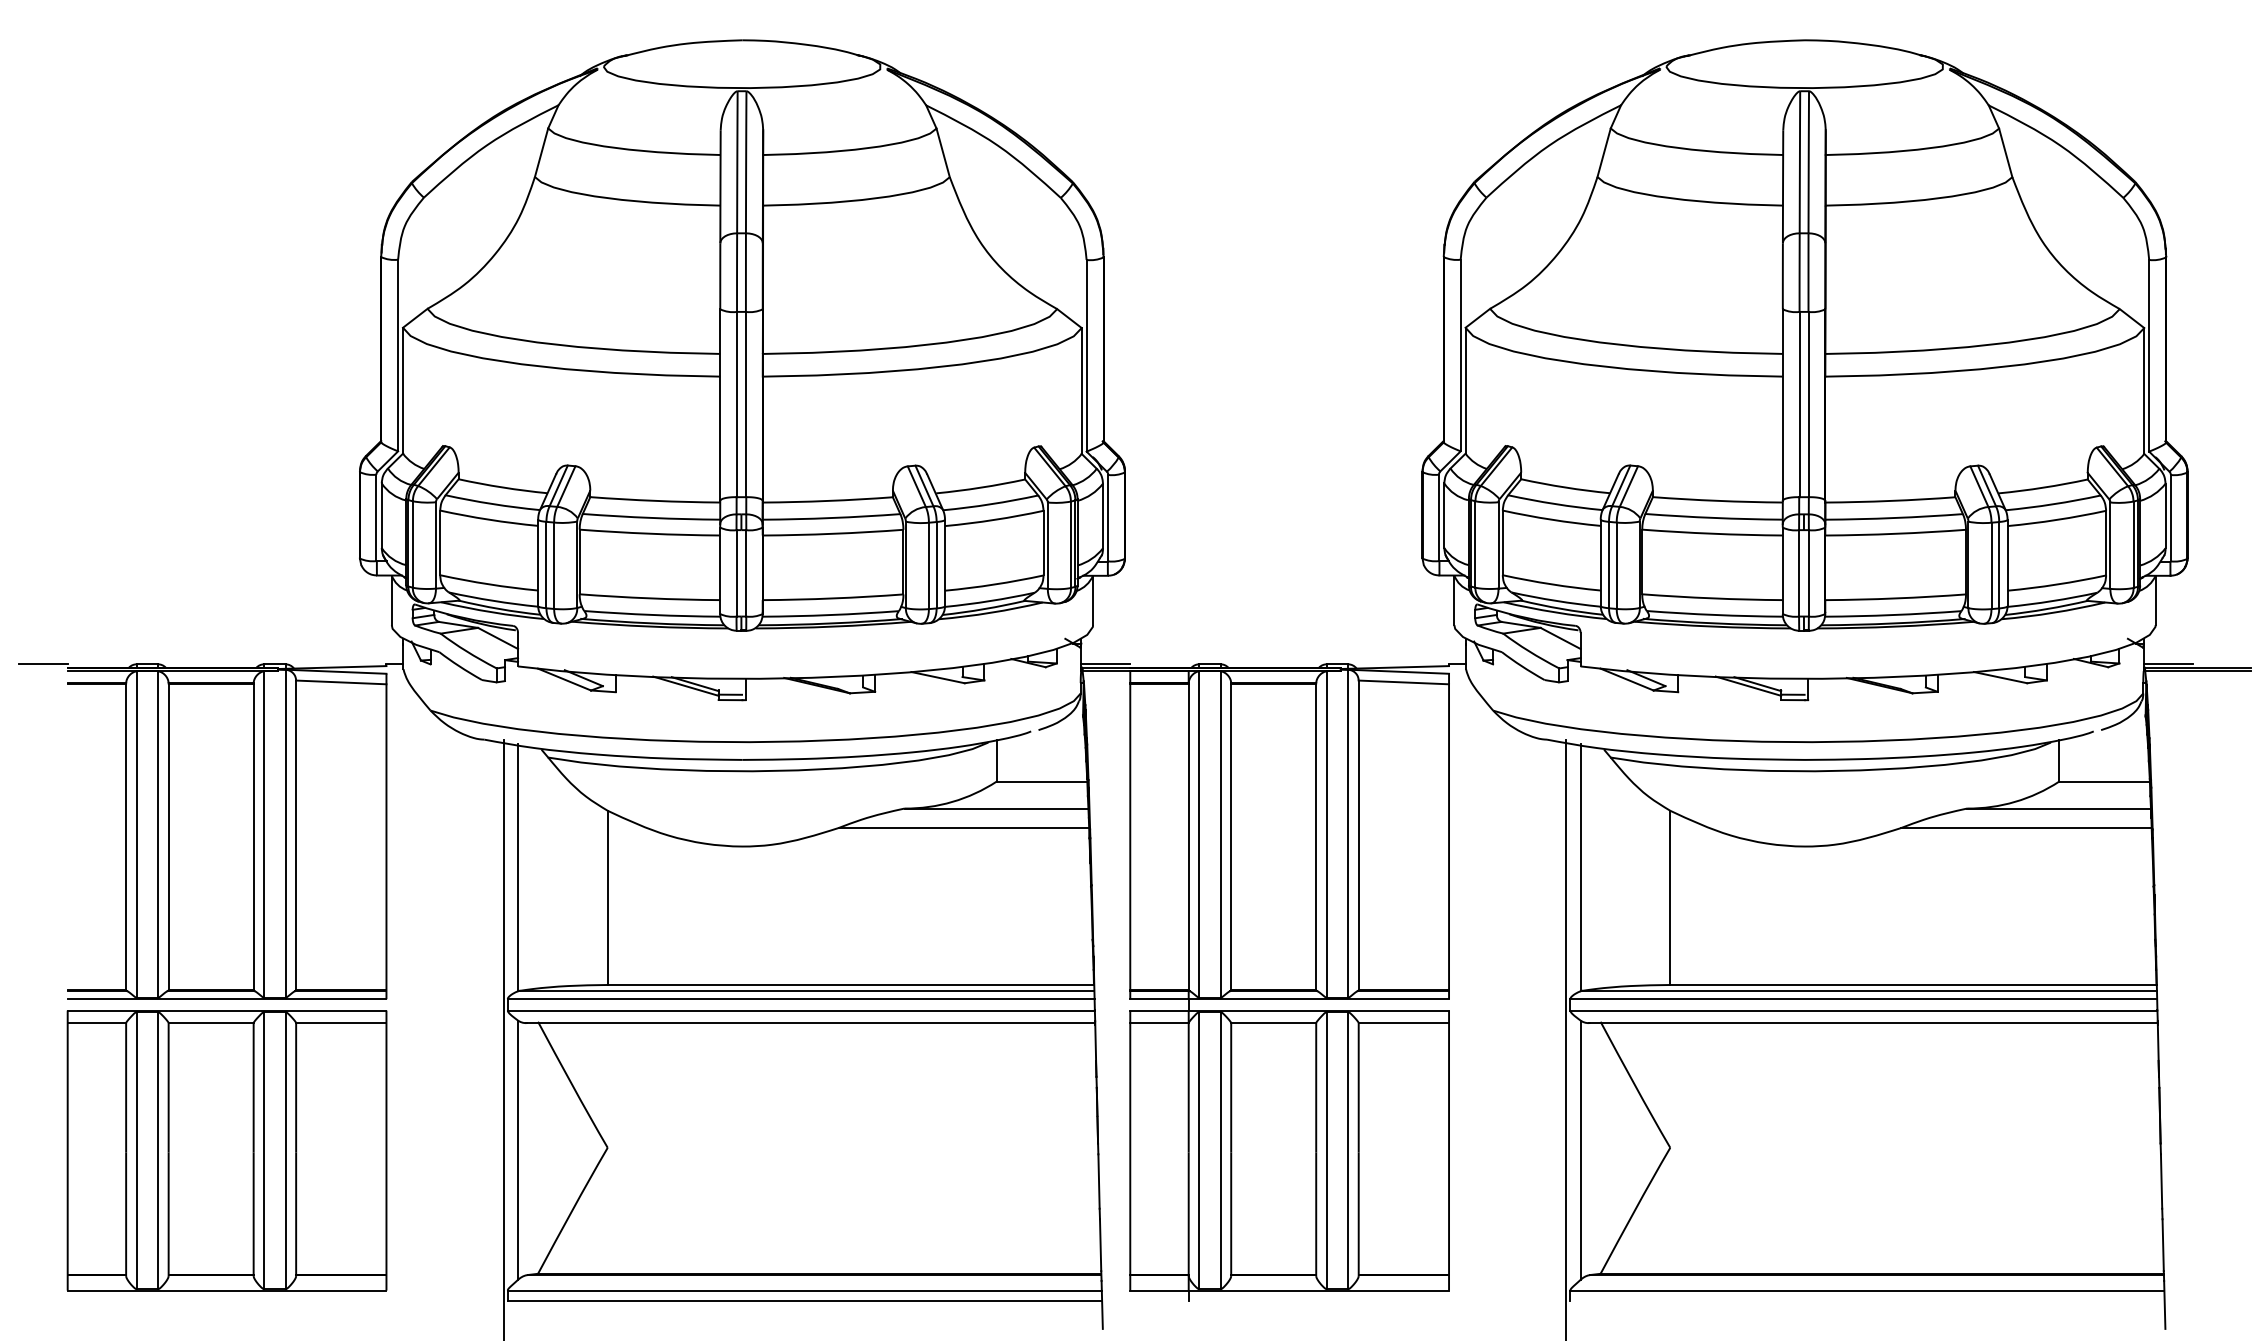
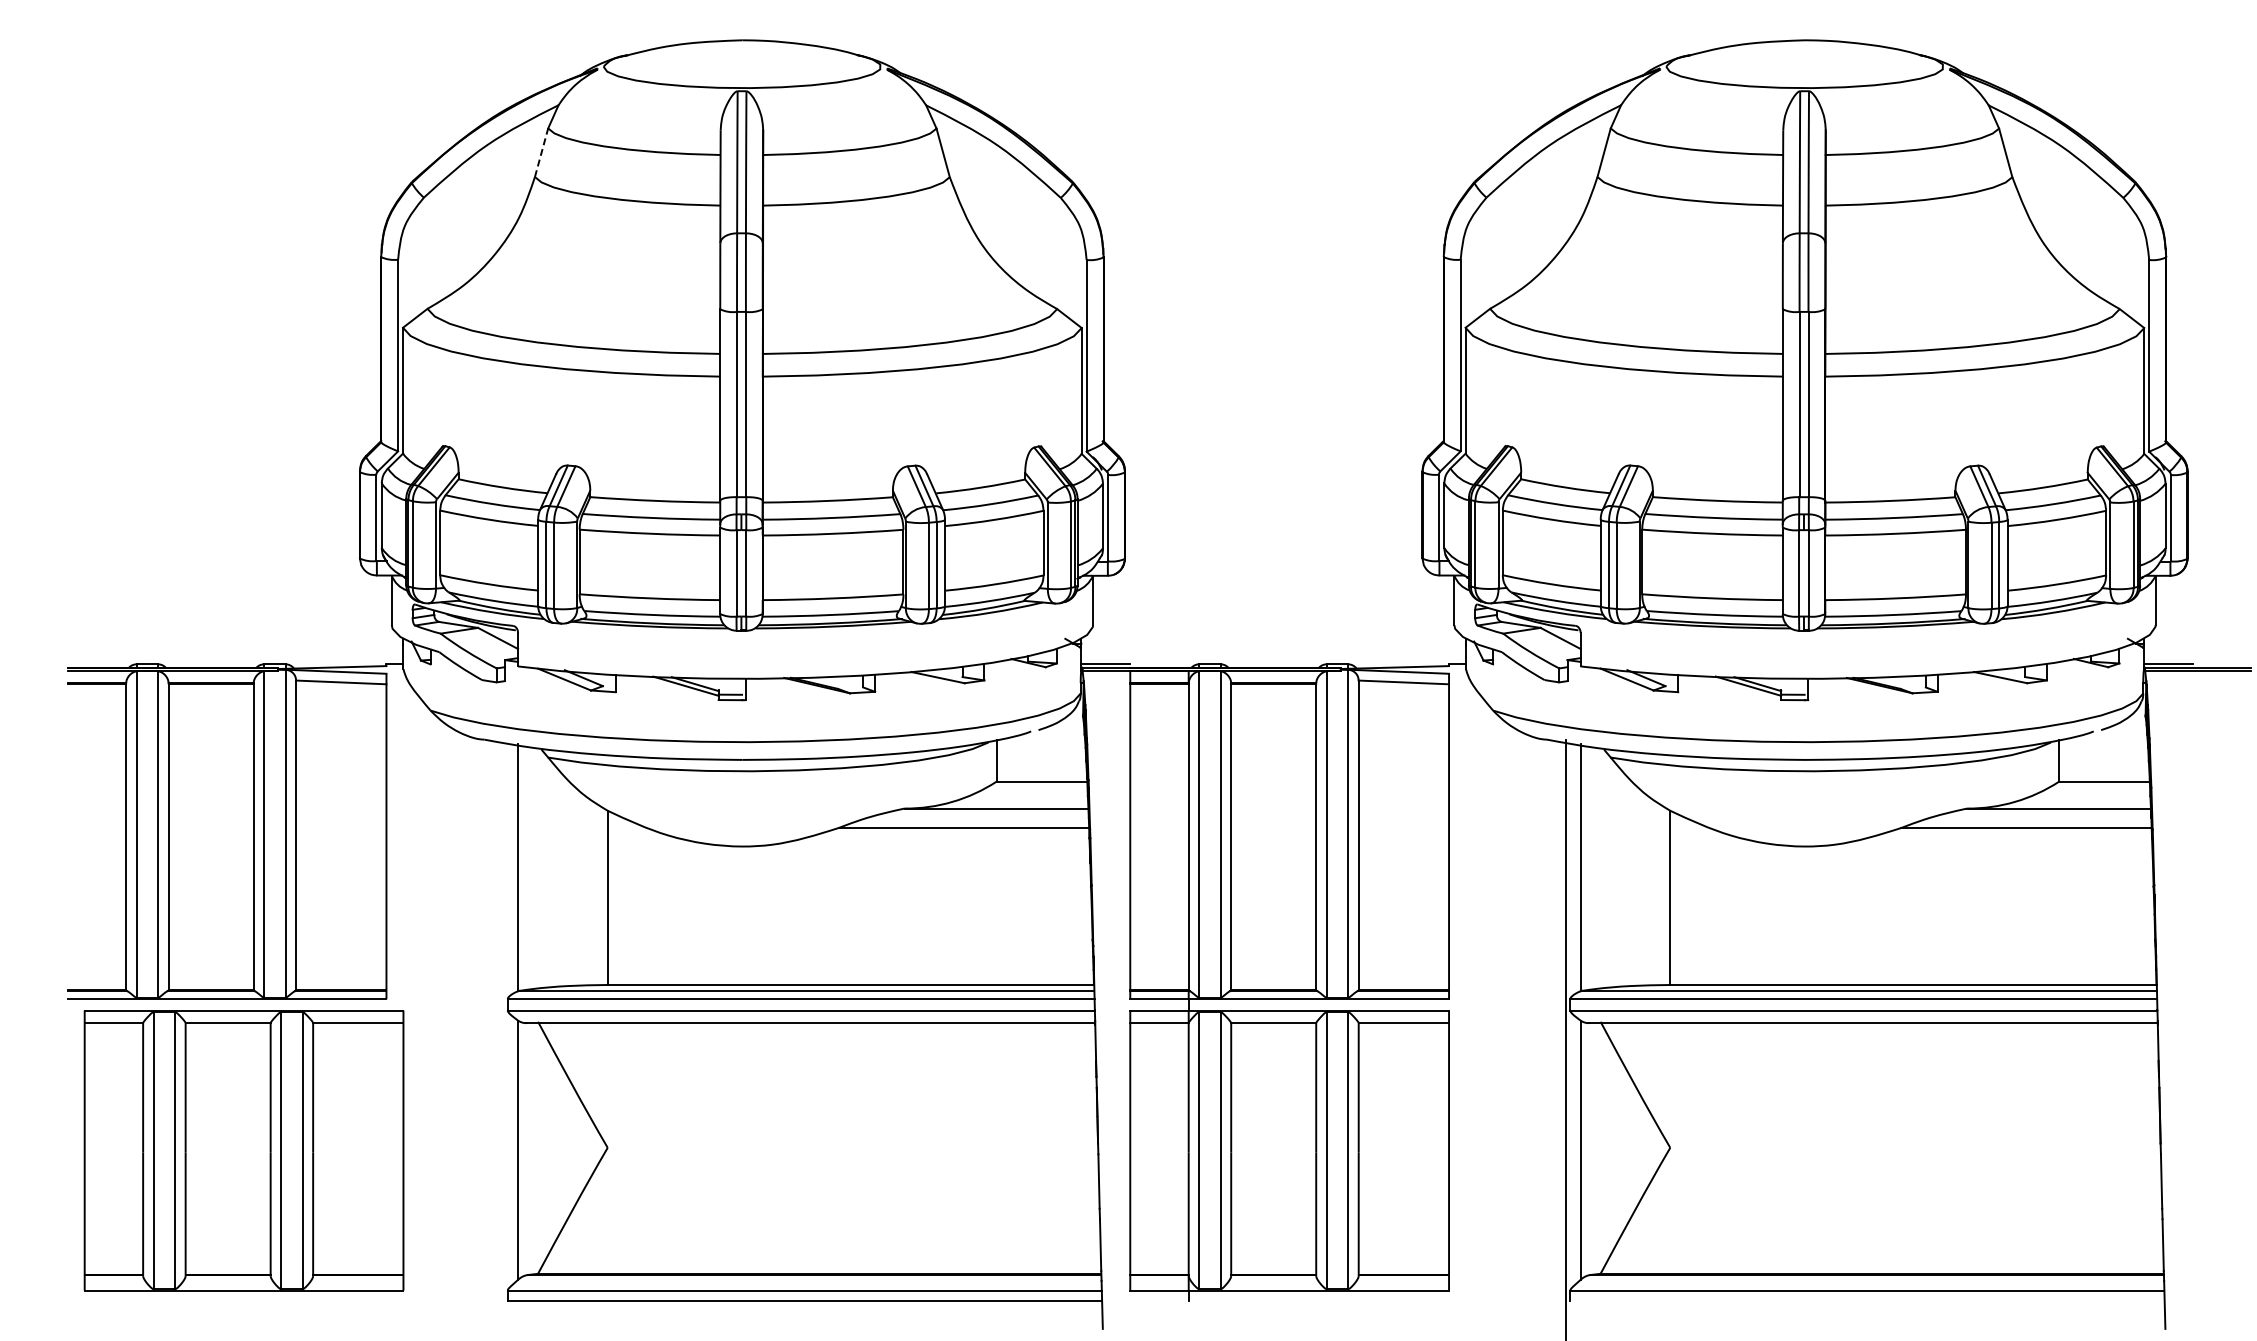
line at (541, 152): solid -> dashed
line at (42, 664): present -> none
line at (503, 1038): present -> none
part at (226, 1150) position: (226, 1150) -> (243, 1150)
